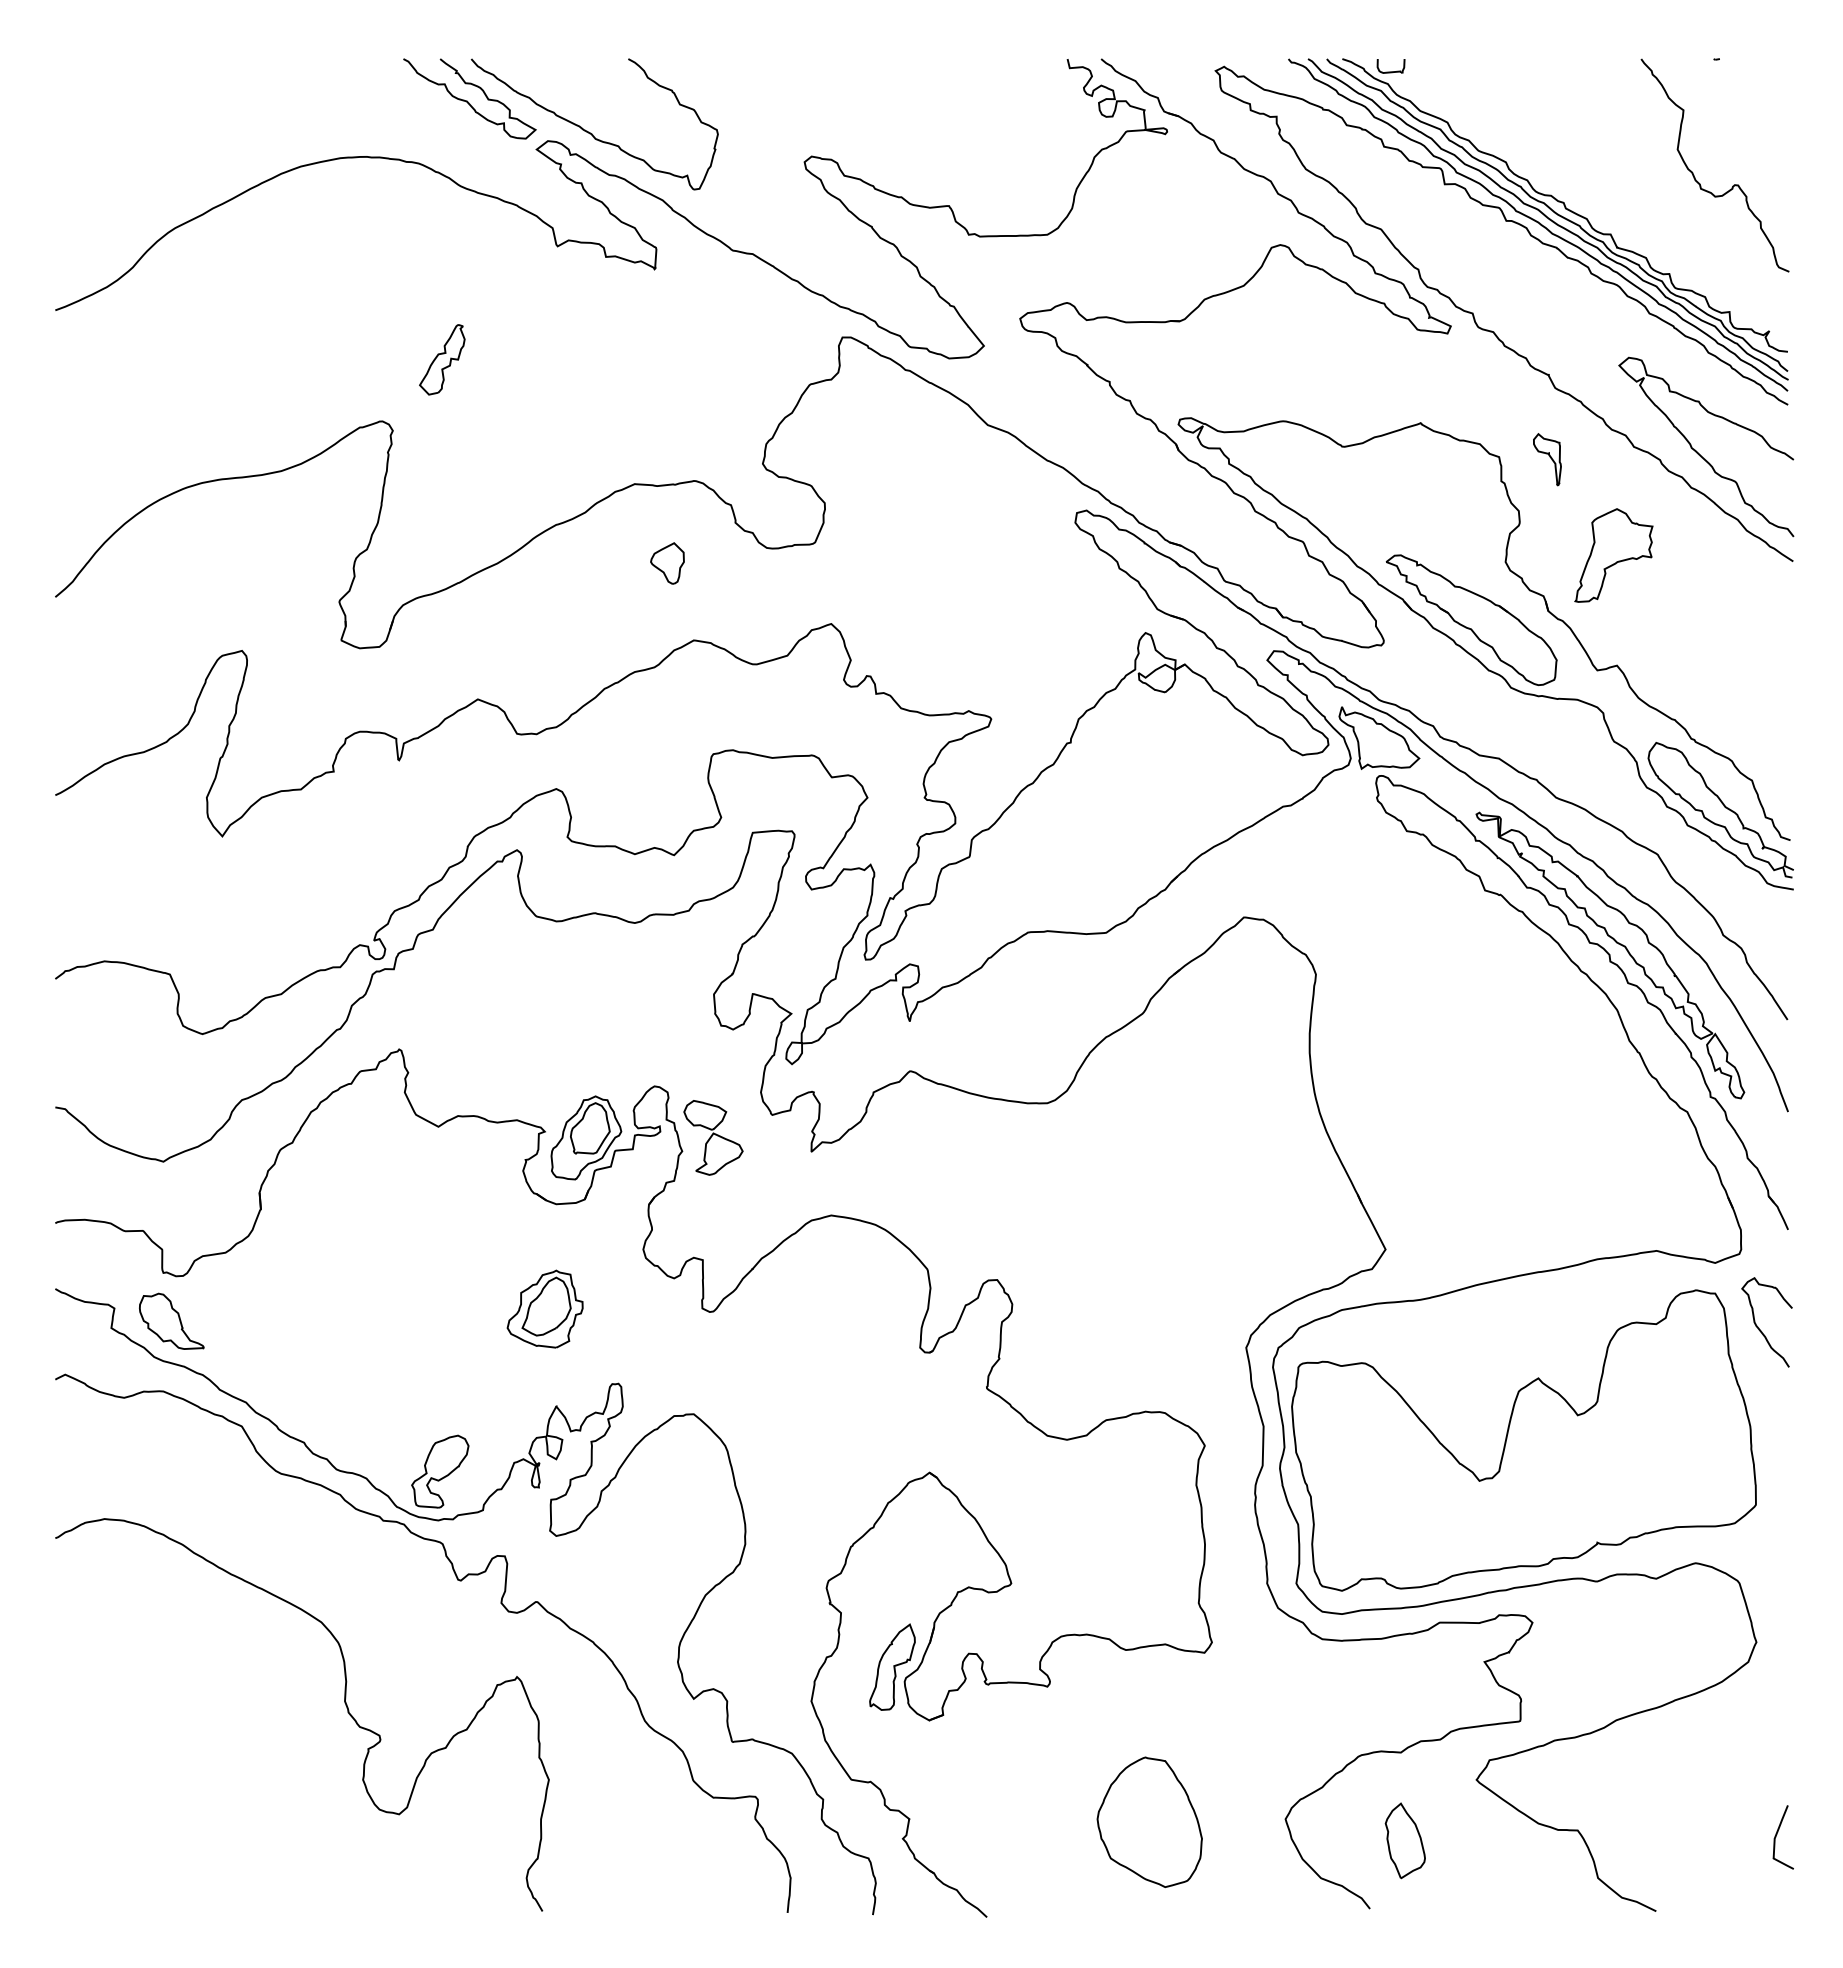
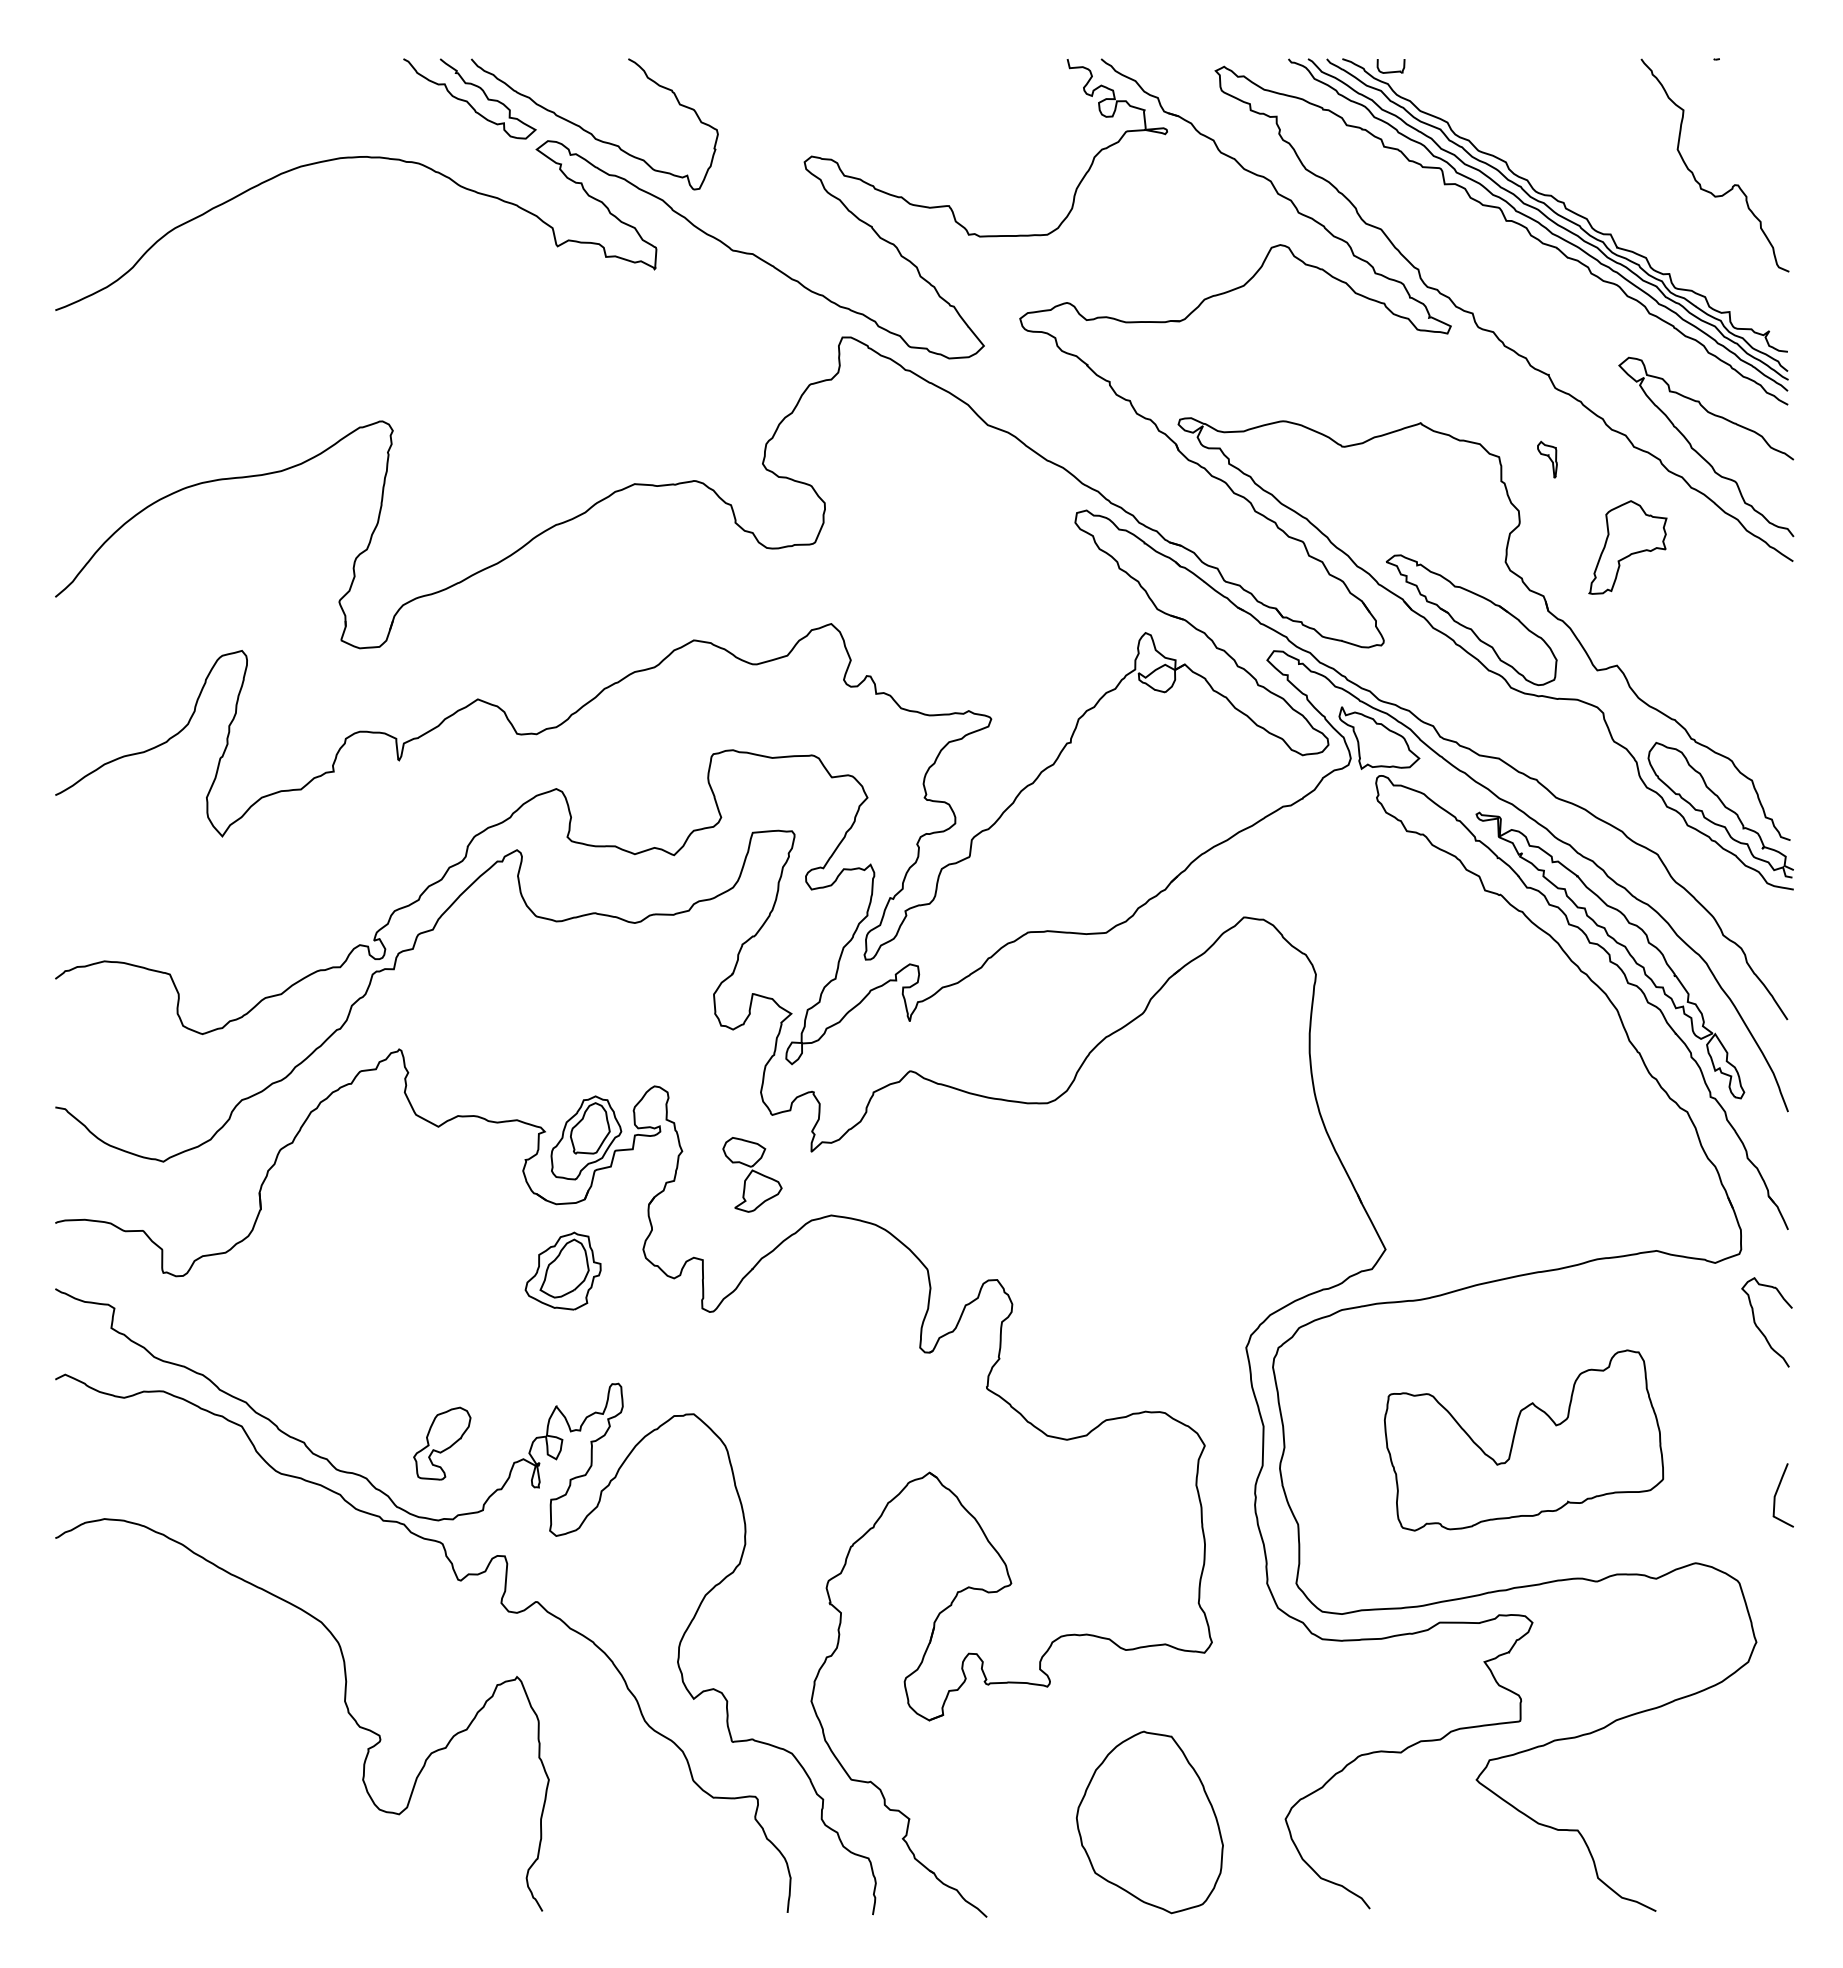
part at (442, 359): present -> none
part at (1547, 459) size: 29x54 px -> 21x39 px
part at (1613, 555) position: (1613, 555) -> (1627, 547)
part at (667, 563): present -> none
part at (713, 1137) position: (713, 1137) -> (752, 1174)
part at (544, 1308) position: (544, 1308) -> (562, 1270)
part at (171, 1320): present -> none
part at (1523, 1440) size: 466x303 px -> 281x183 px
part at (440, 1471) position: (440, 1471) -> (442, 1443)
part at (892, 1666): present -> none
part at (1149, 1821) size: 107x132 px -> 148x185 px
curve at (1777, 1834) position: (1777, 1834) -> (1777, 1492)
part at (1404, 1840): present -> none
